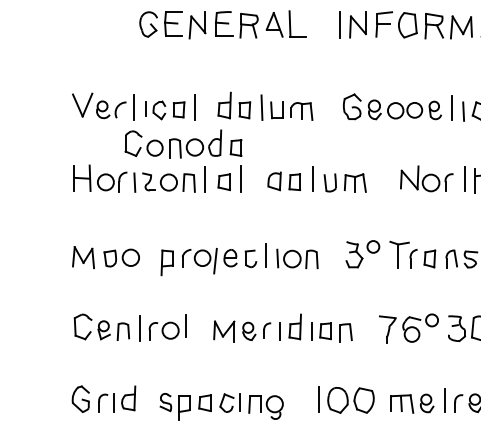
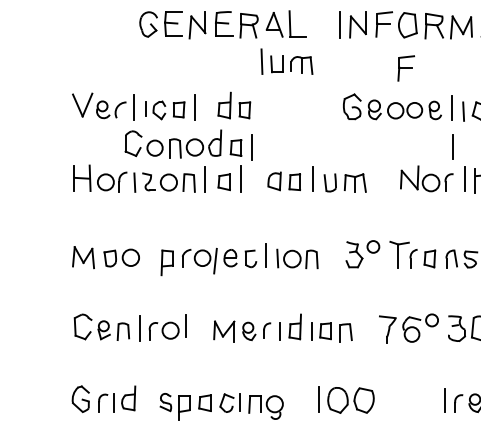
part at (405, 68): none -> present
part at (286, 107) position: (286, 107) -> (286, 61)
line at (452, 146): none -> present
line at (251, 147): none -> present
part at (412, 403): present -> none
